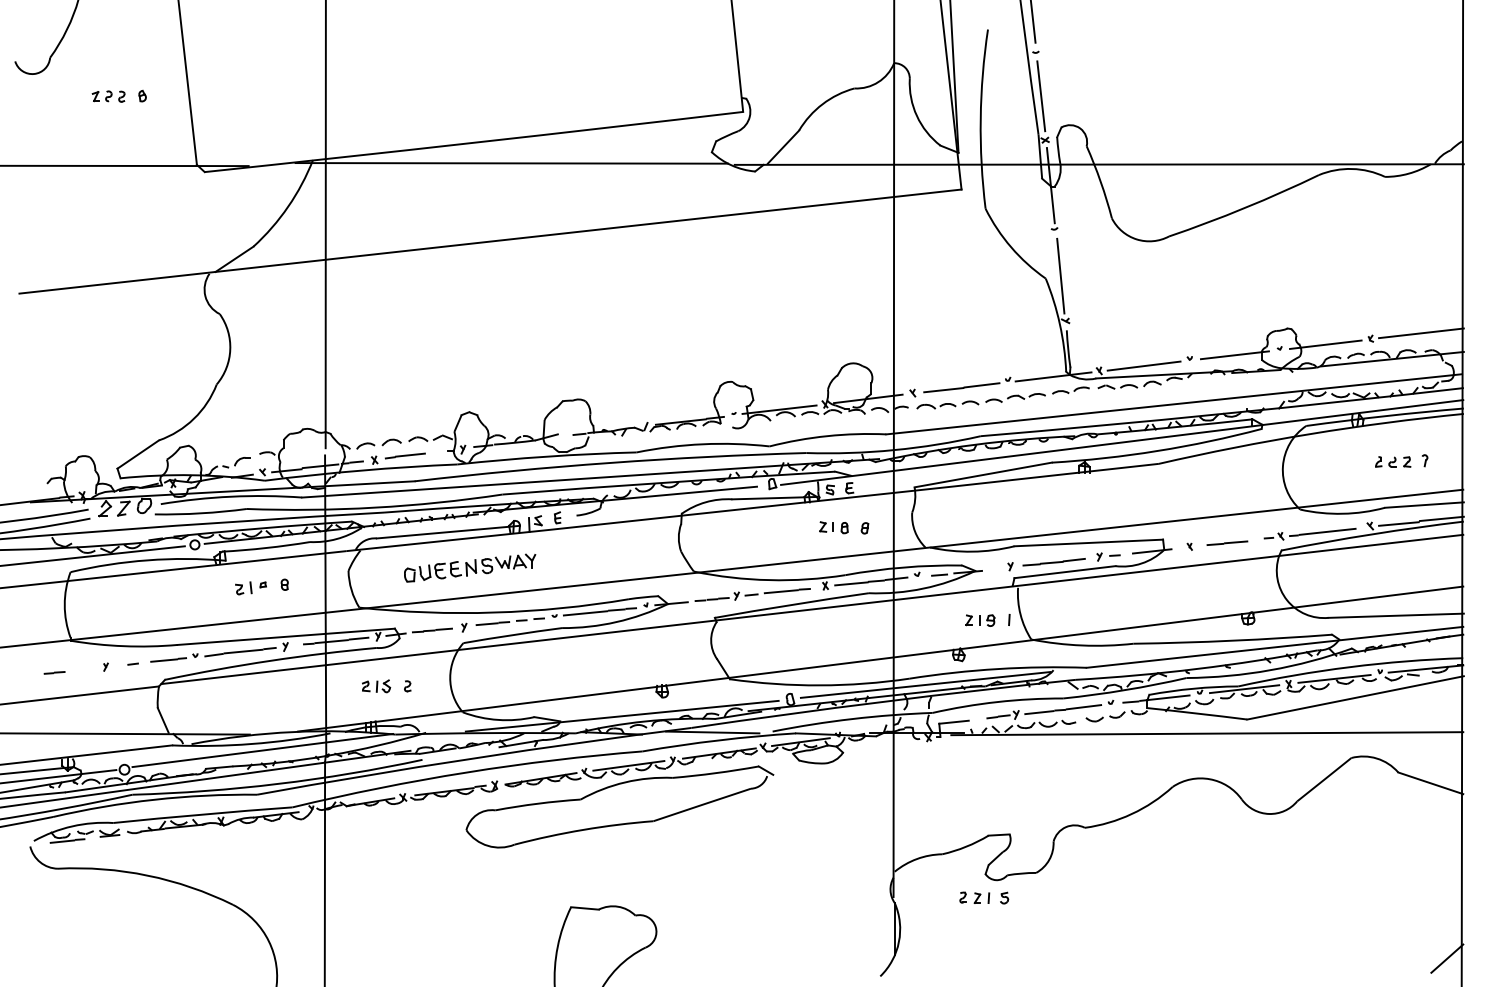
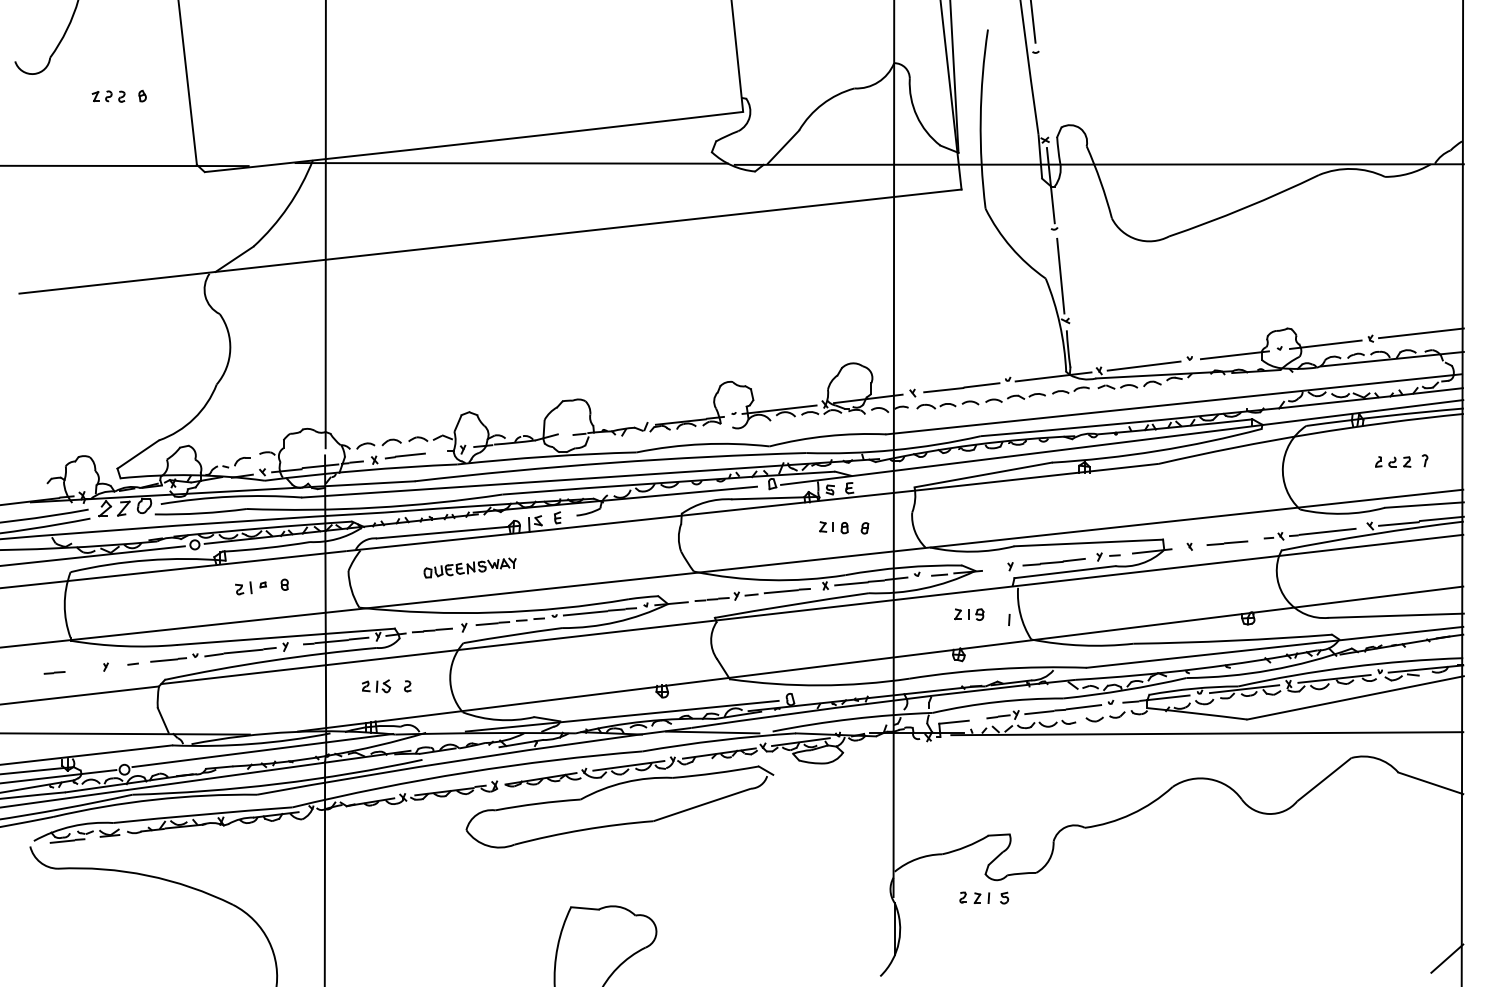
line at (1041, 96): present -> none
part at (470, 567) size: 133x30 px -> 94x22 px
part at (980, 620) position: (980, 620) -> (969, 614)
line at (925, 684): present -> none
